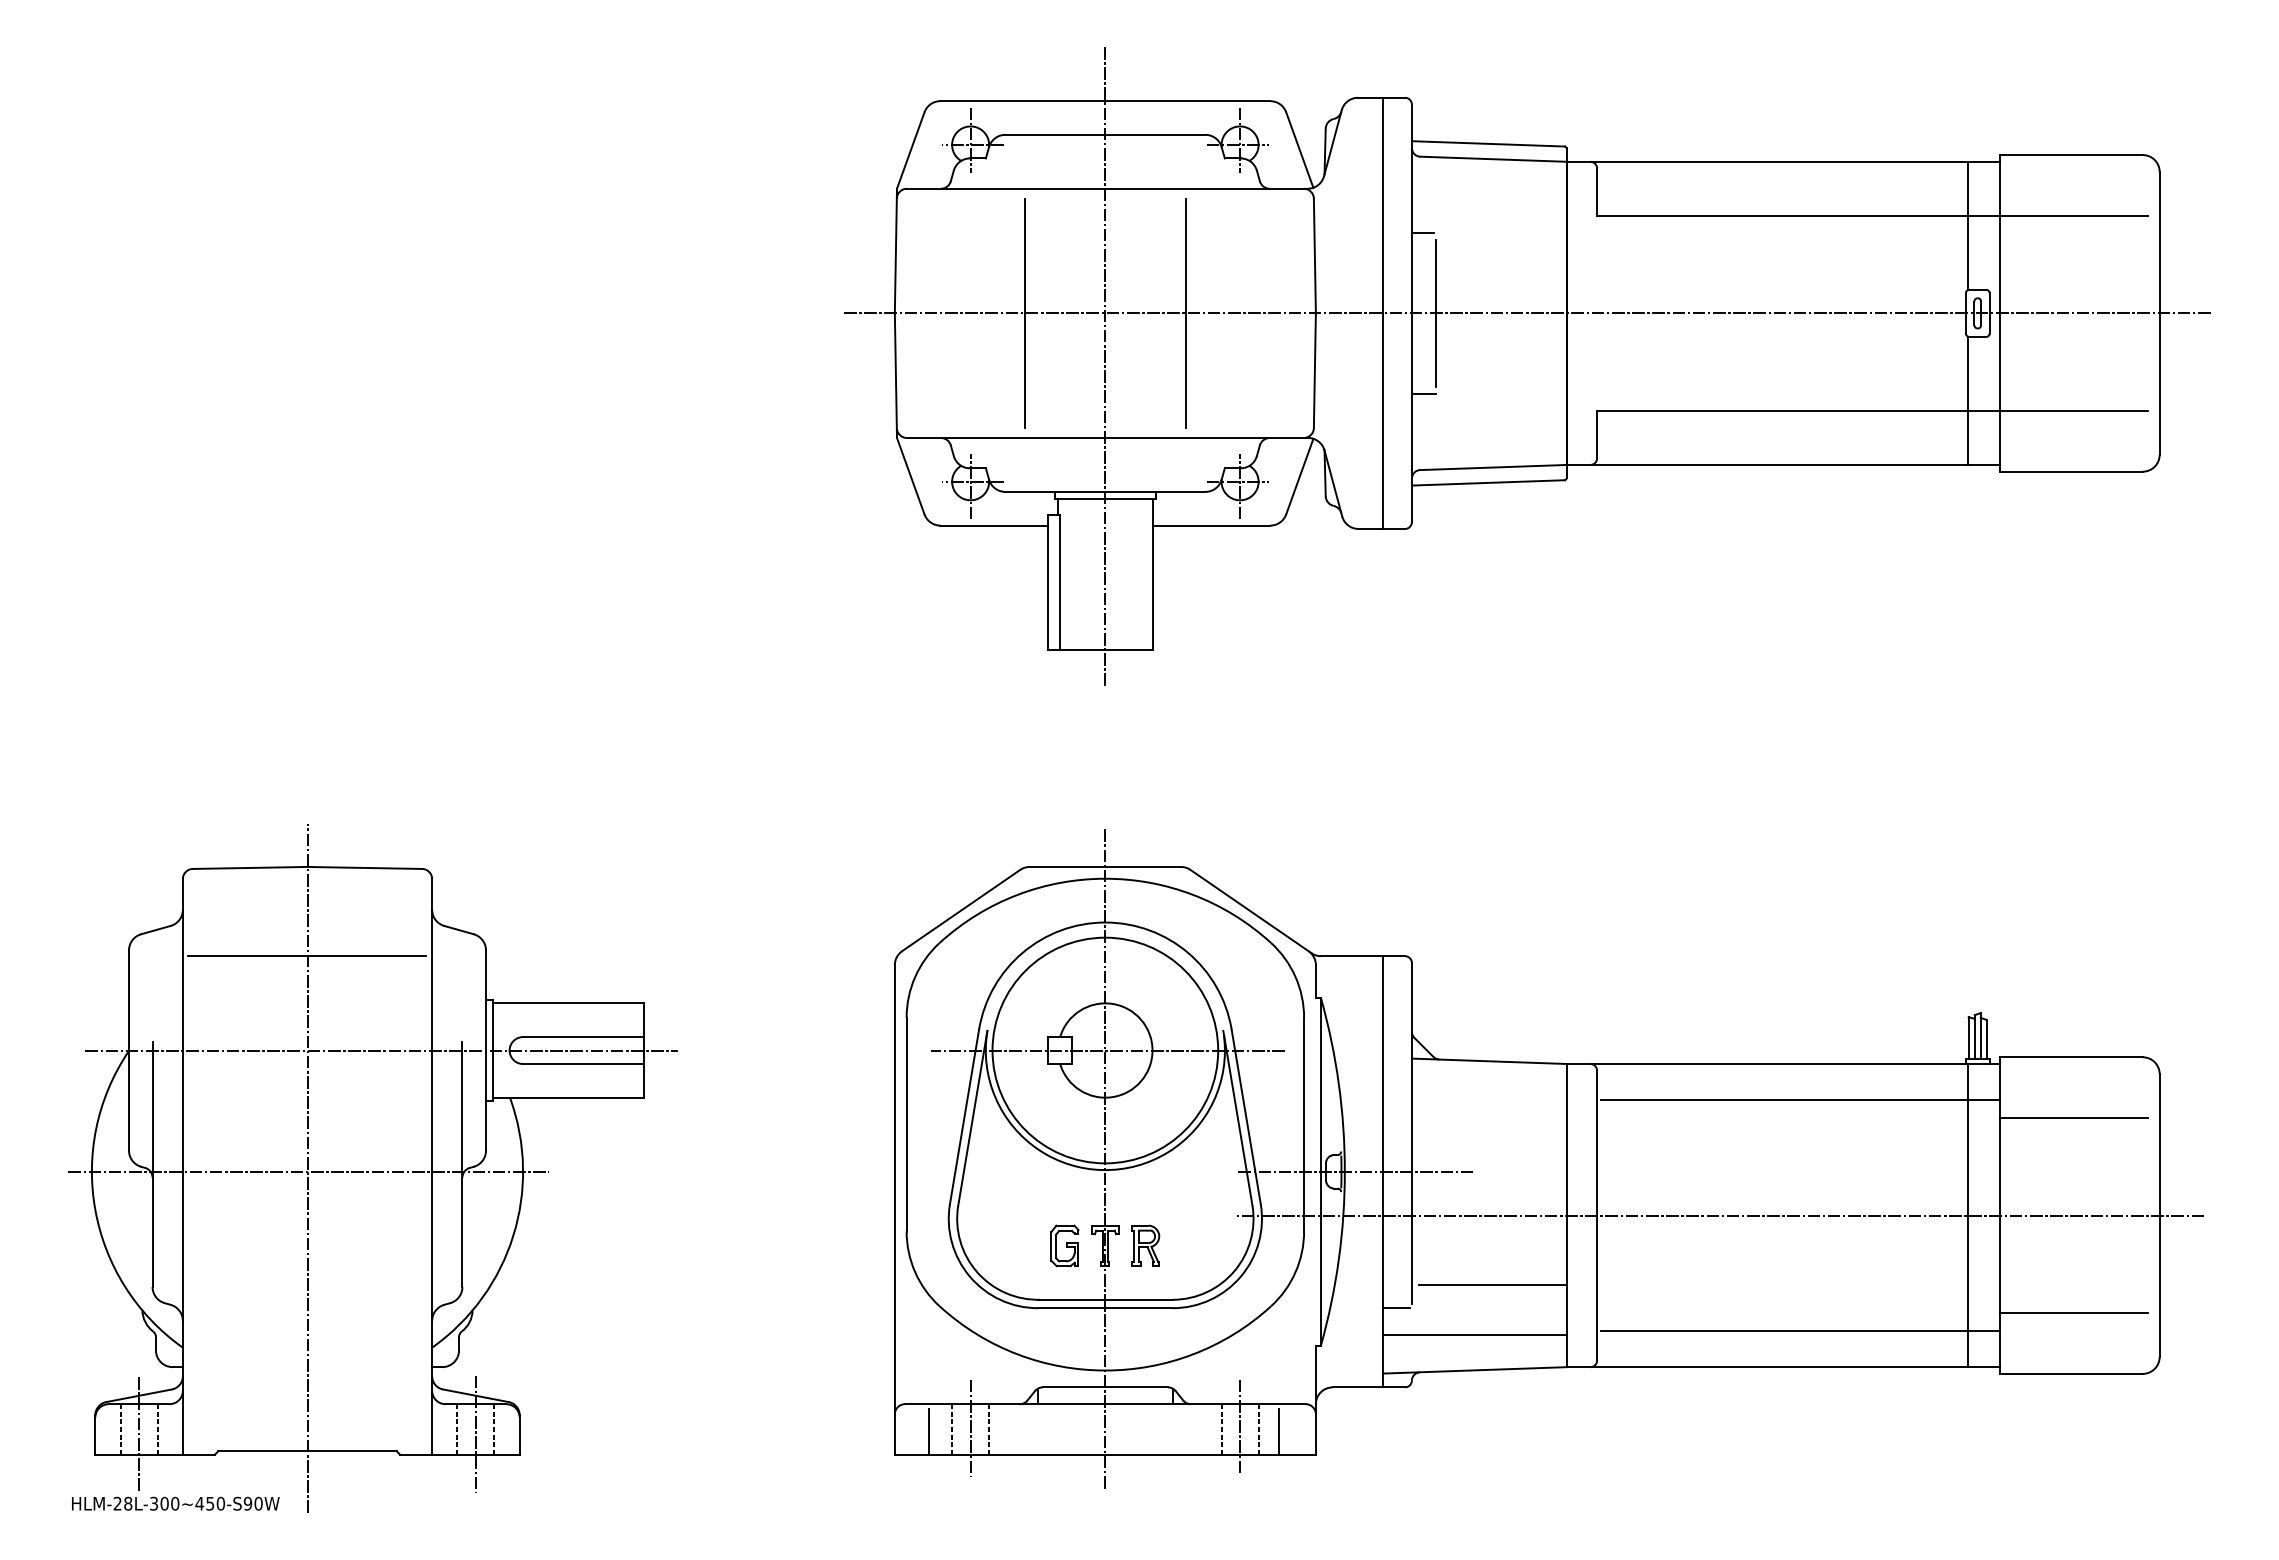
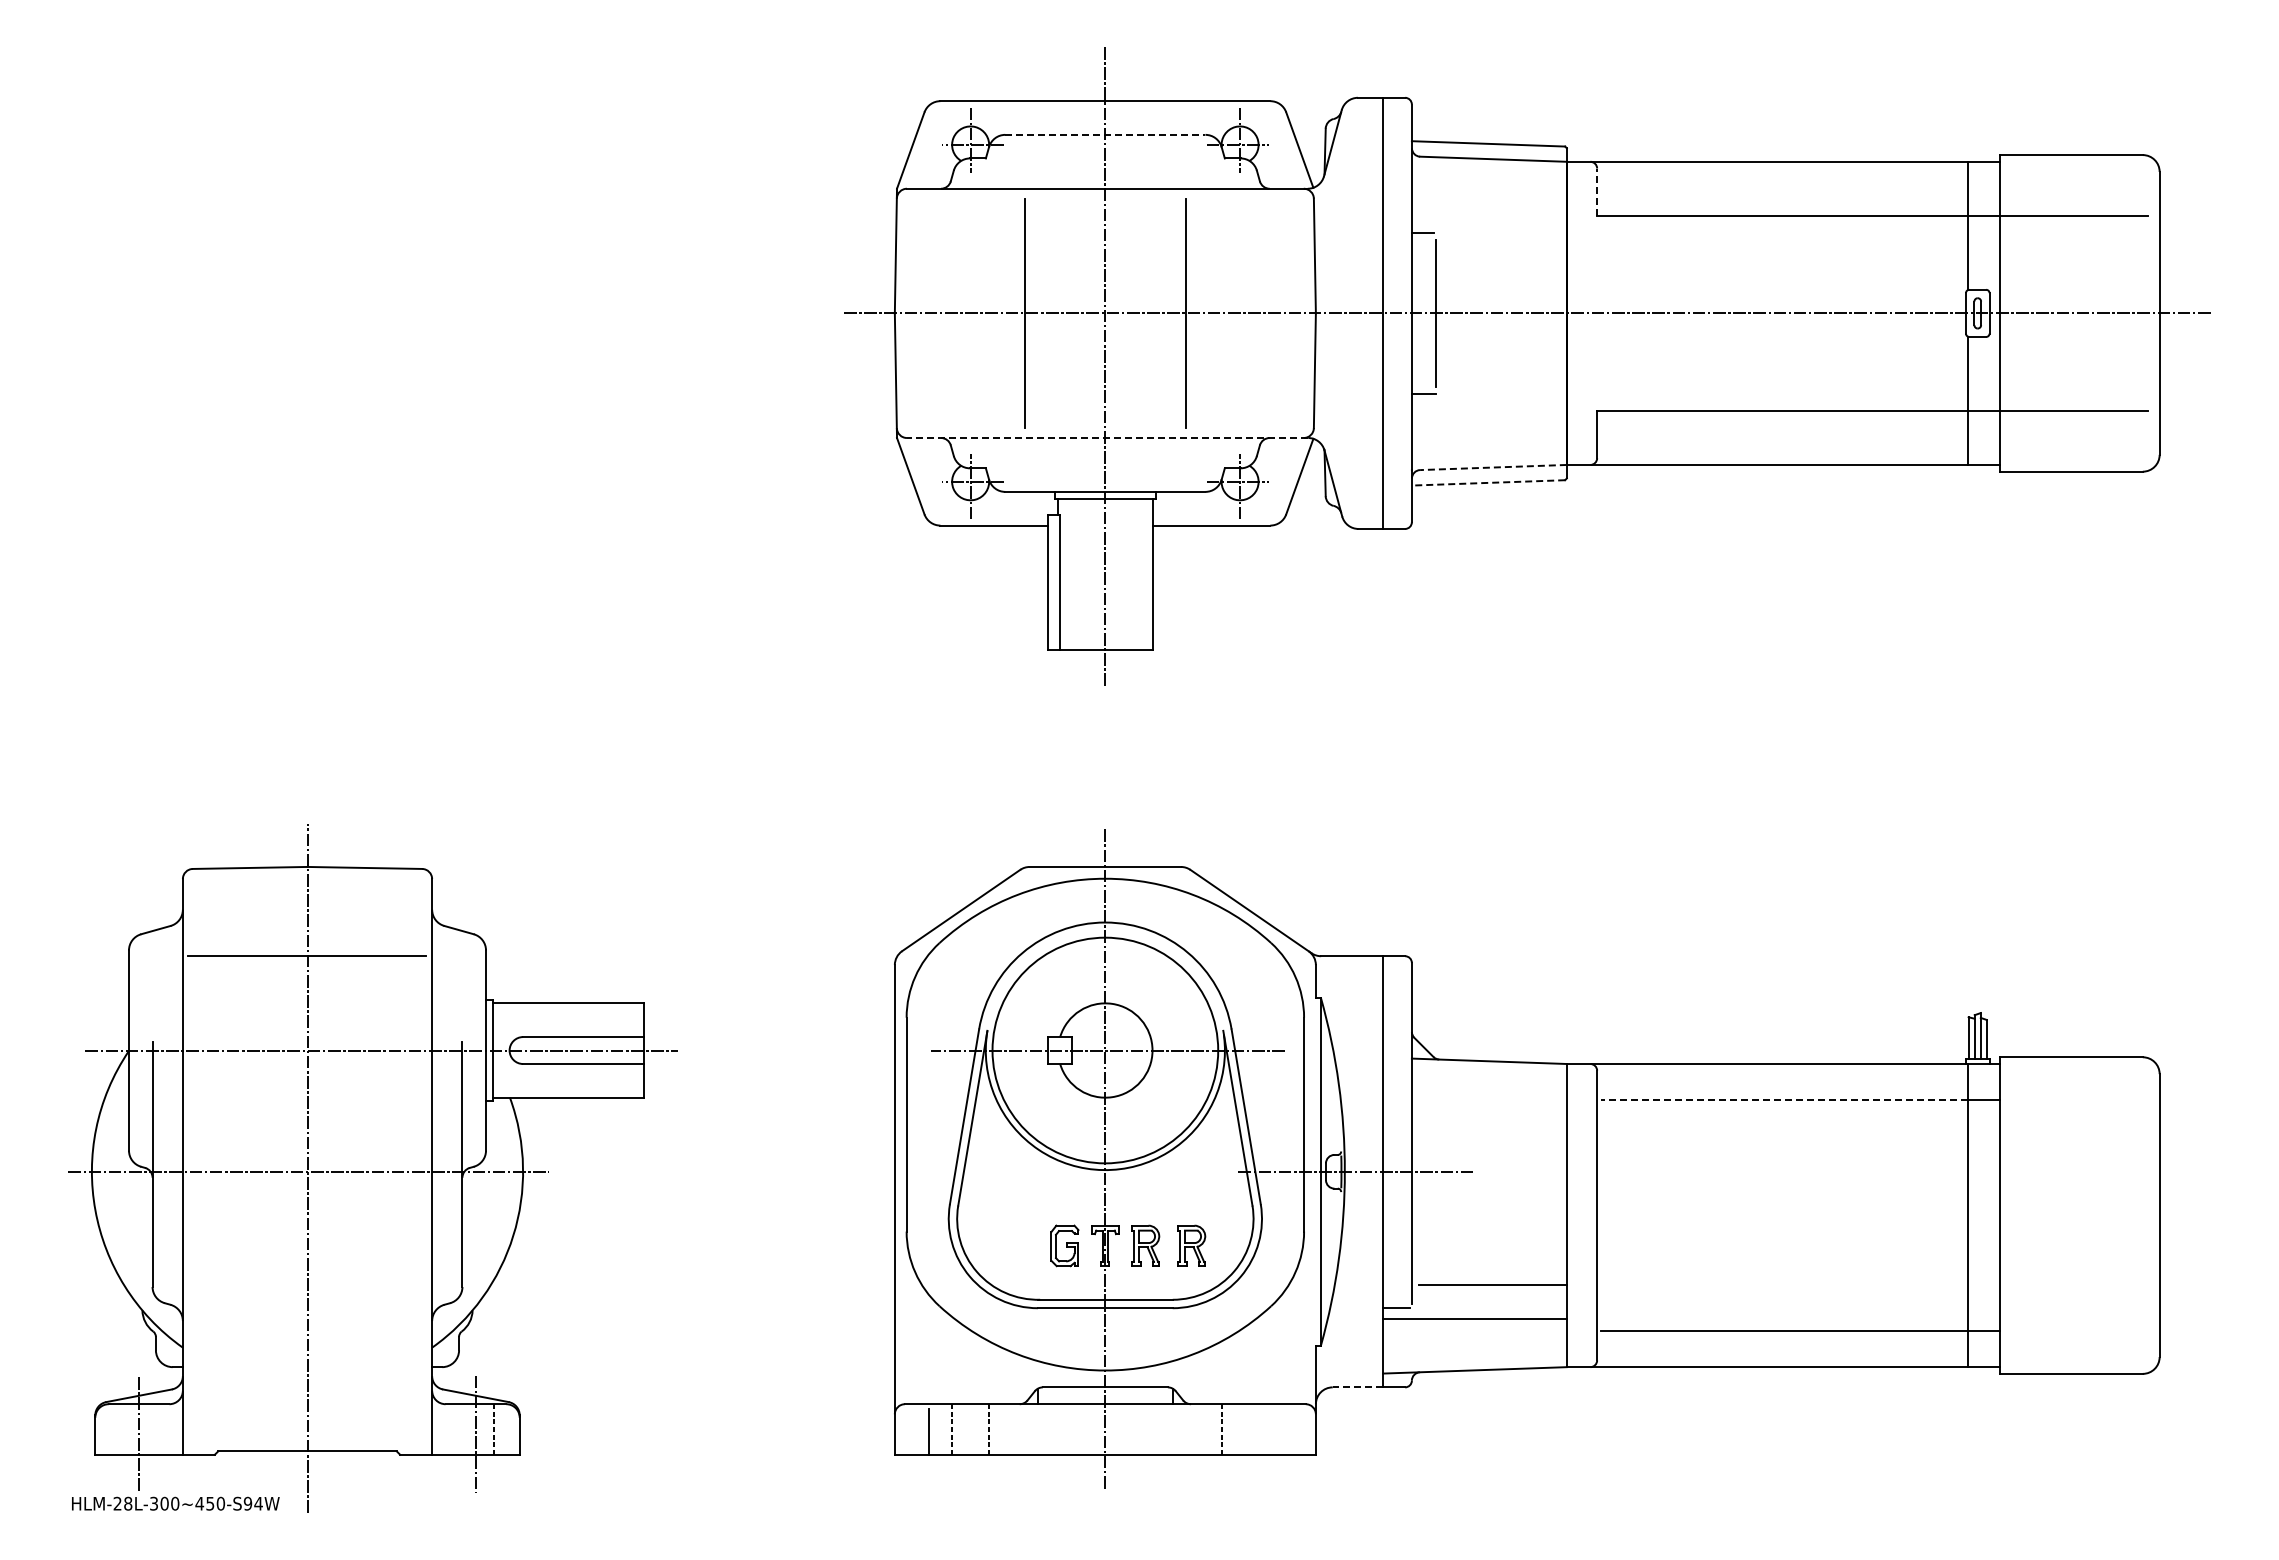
line at (1105, 134): solid -> dashed
line at (1597, 192): solid -> dashed
line at (1107, 438): solid -> dashed
line at (1492, 467): solid -> dashed
line at (1488, 482): solid -> dashed
line at (1784, 1099): solid -> dashed
line at (2073, 1117): present -> none
line at (1719, 1215): present -> none
part at (1191, 1245): none -> present
line at (2073, 1313): present -> none
line at (1474, 1335) position: (1474, 1335) -> (1474, 1319)
line at (1357, 1387): solid -> dashed
line at (1240, 1426): present -> none
line at (970, 1428): present -> none
line at (120, 1429): present -> none
line at (157, 1429): present -> none
line at (457, 1429): present -> none
line at (1258, 1429): present -> none
line at (1278, 1431): present -> none
text at (258, 1503): HLM-28L-300~450-S90W -> HLM-28L-300~450-S94W
